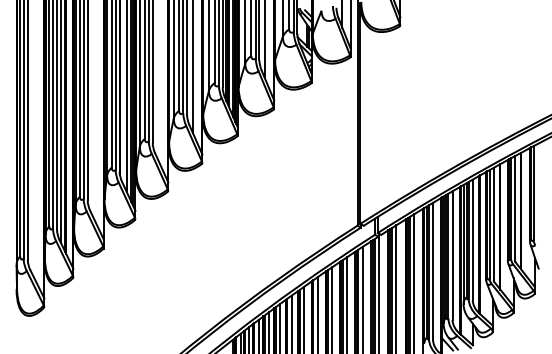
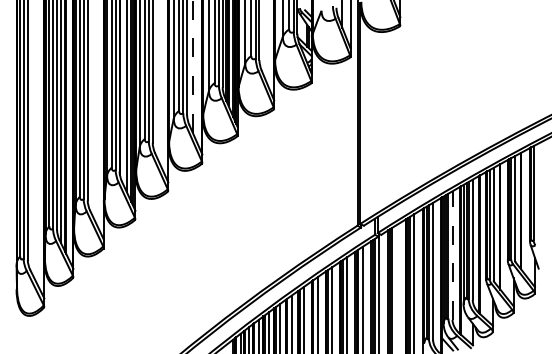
line at (264, 39): present -> none
line at (192, 66): solid -> dashed
line at (452, 255): solid -> dashed
line at (396, 287): present -> none
